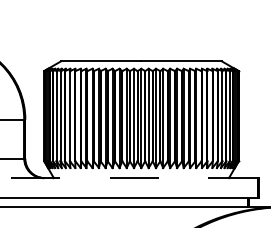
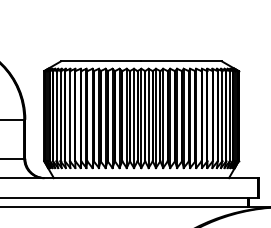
line at (128, 178): dashed -> solid
